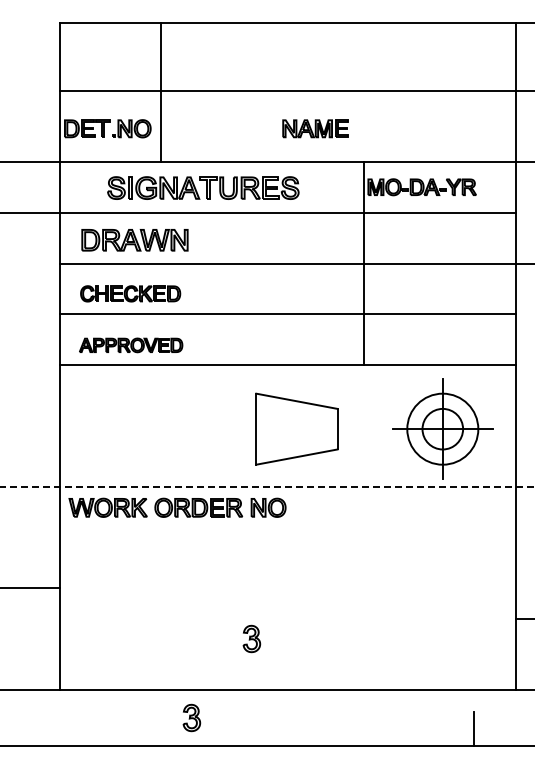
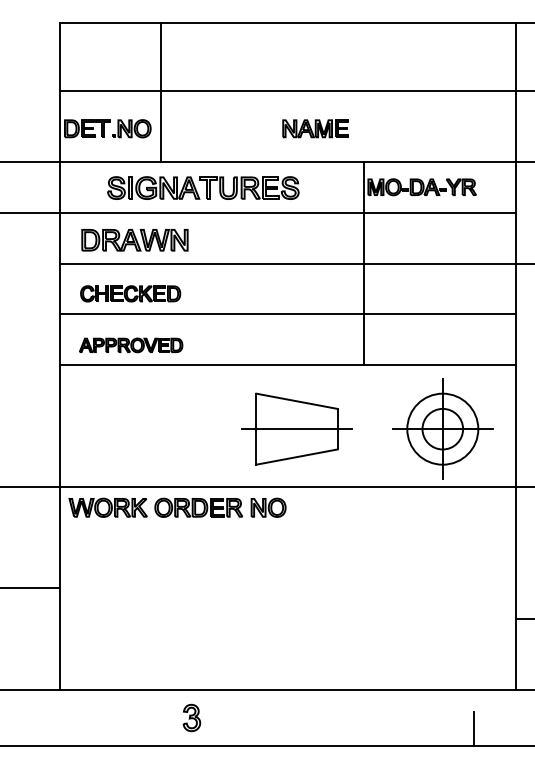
line at (296, 429): none -> present
line at (267, 486): dashed -> solid
part at (251, 638): present -> none
